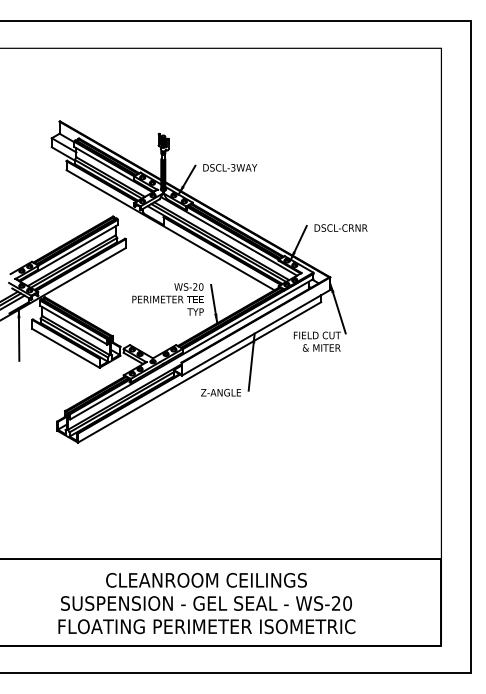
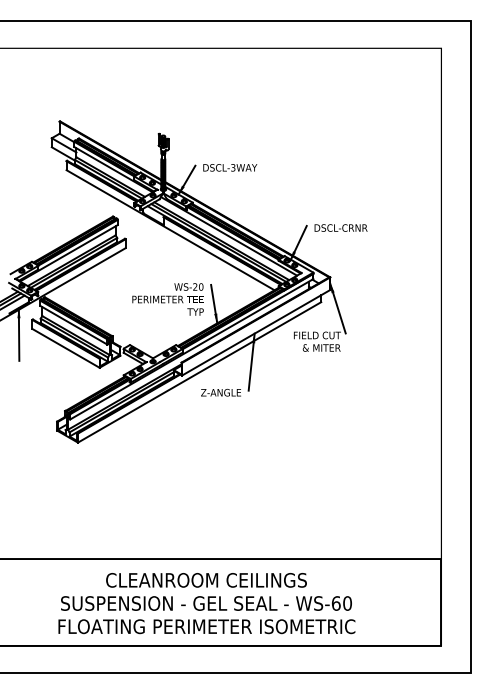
text at (335, 603): WS-20 -> WS-60
